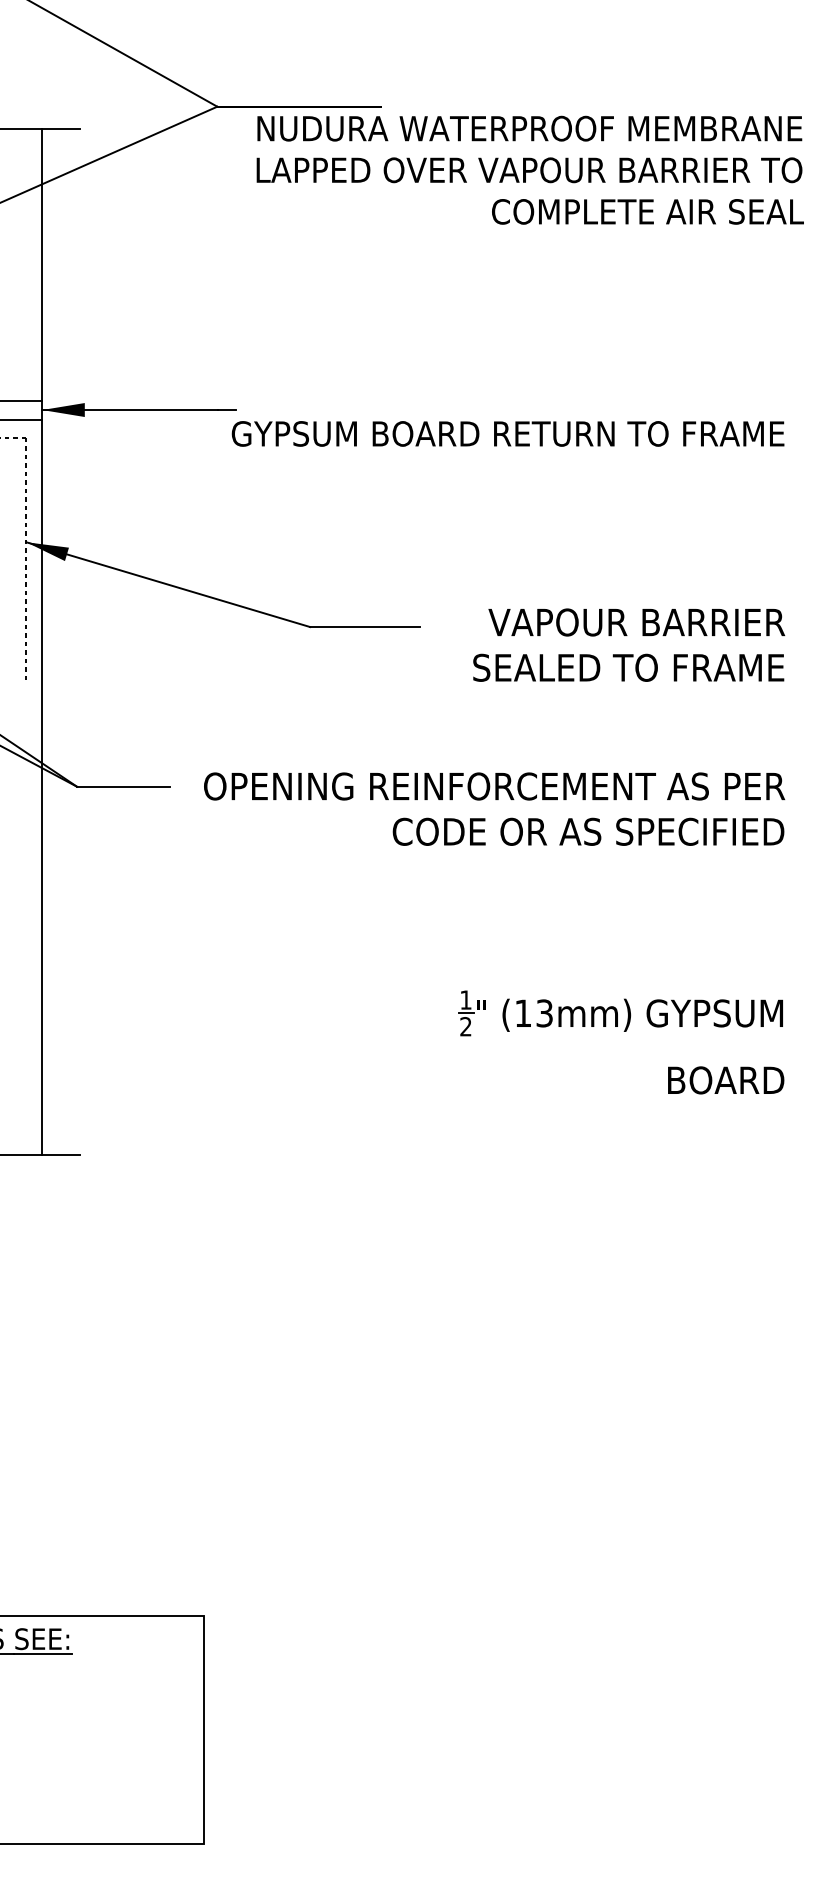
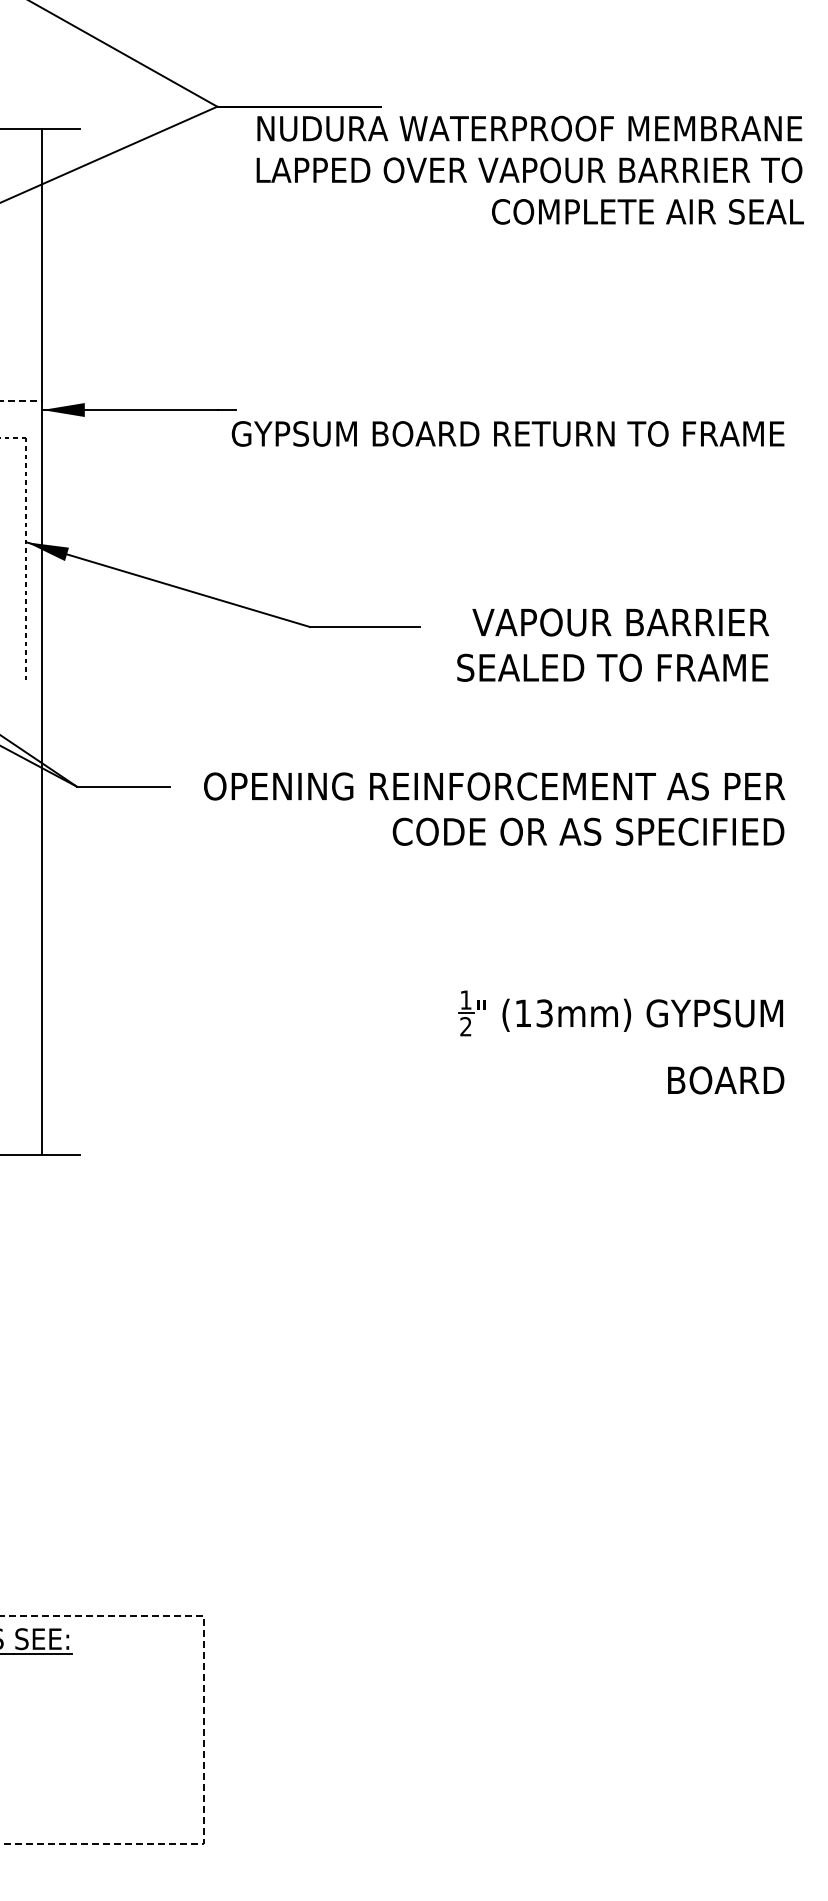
line at (21, 400): solid -> dashed
line at (22, 419): present -> none
text at (629, 644) position: (629, 644) -> (613, 644)
line at (203, 1730): solid -> dashed
